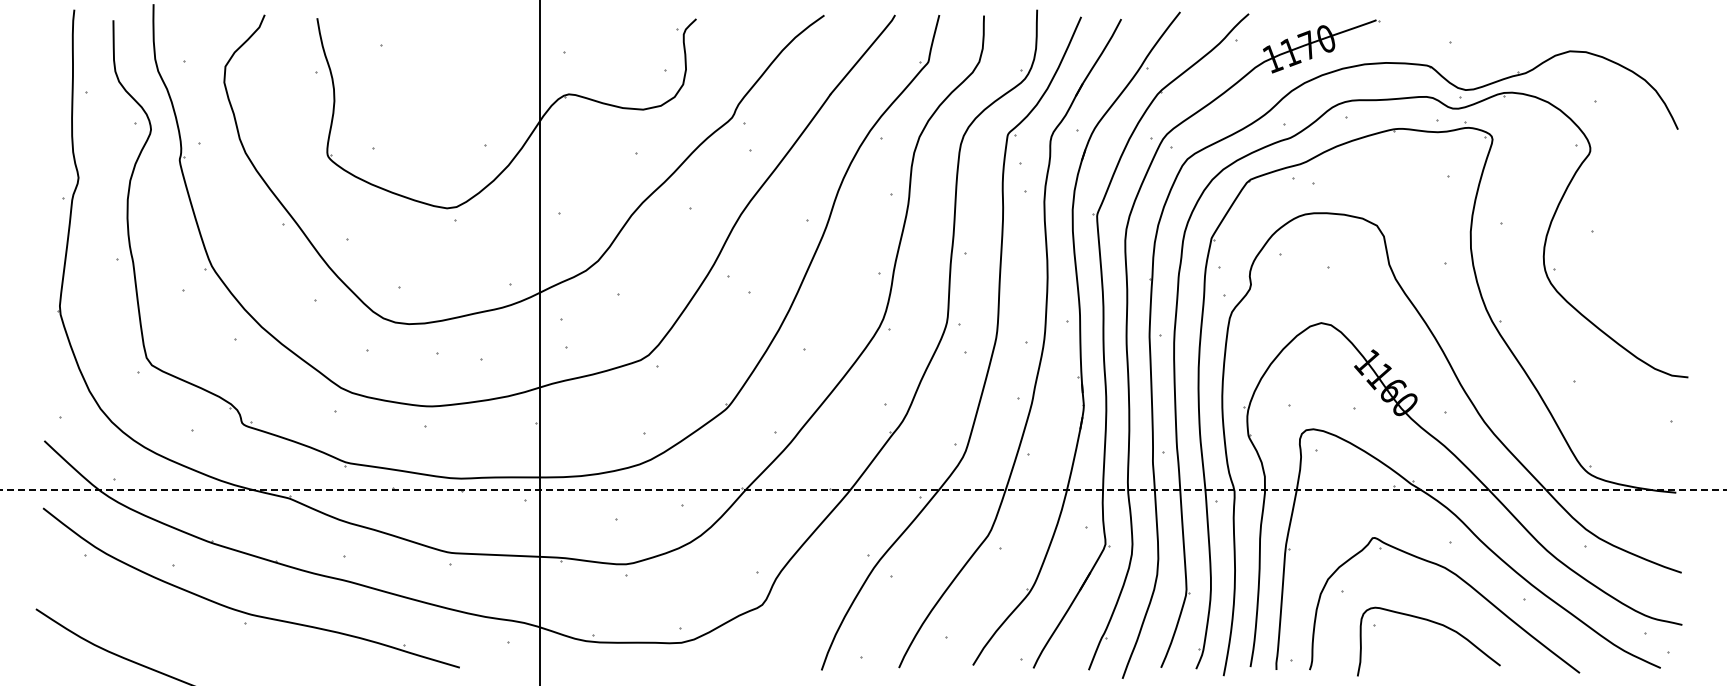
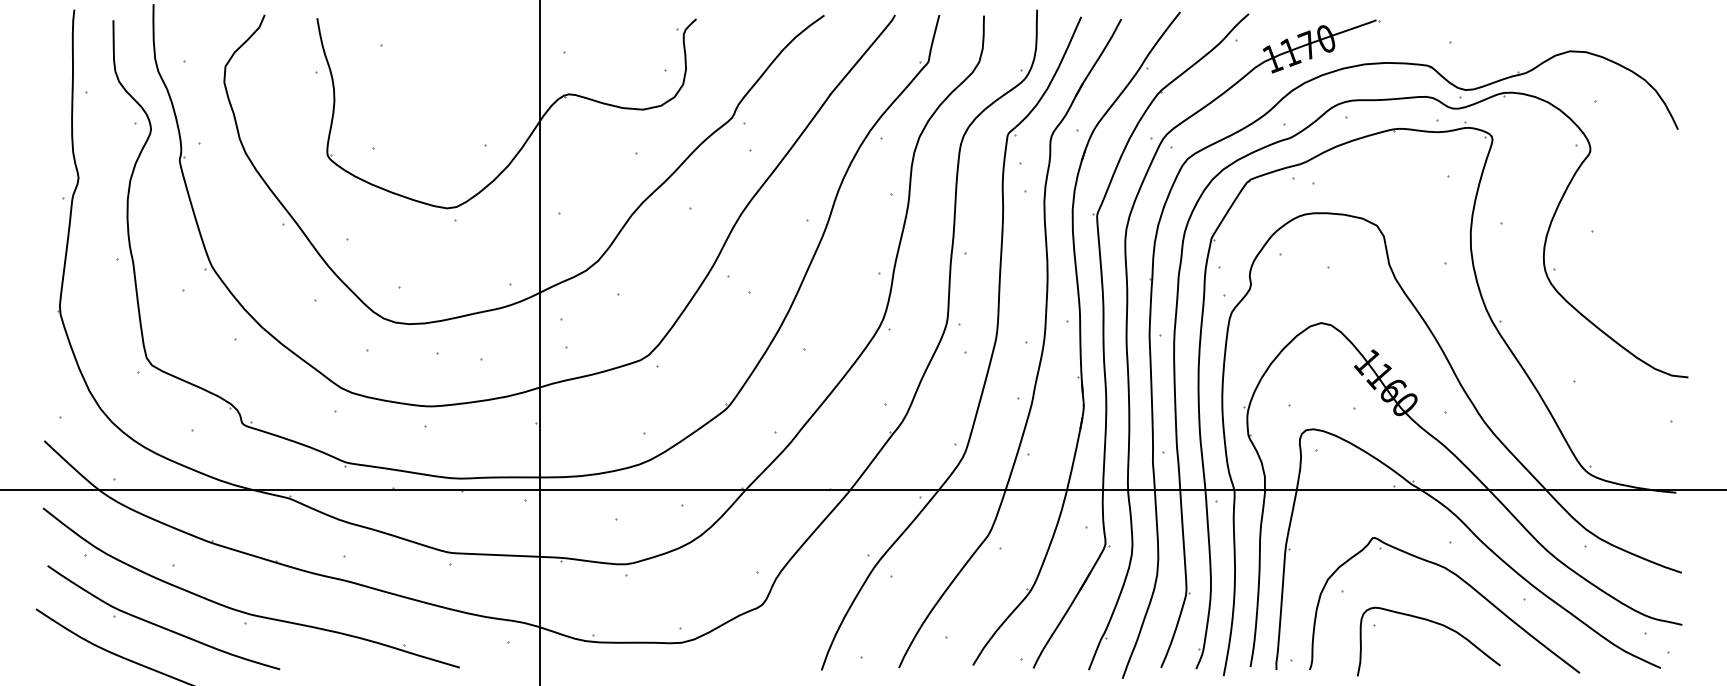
line at (862, 489): dashed -> solid
part at (160, 625): none -> present
